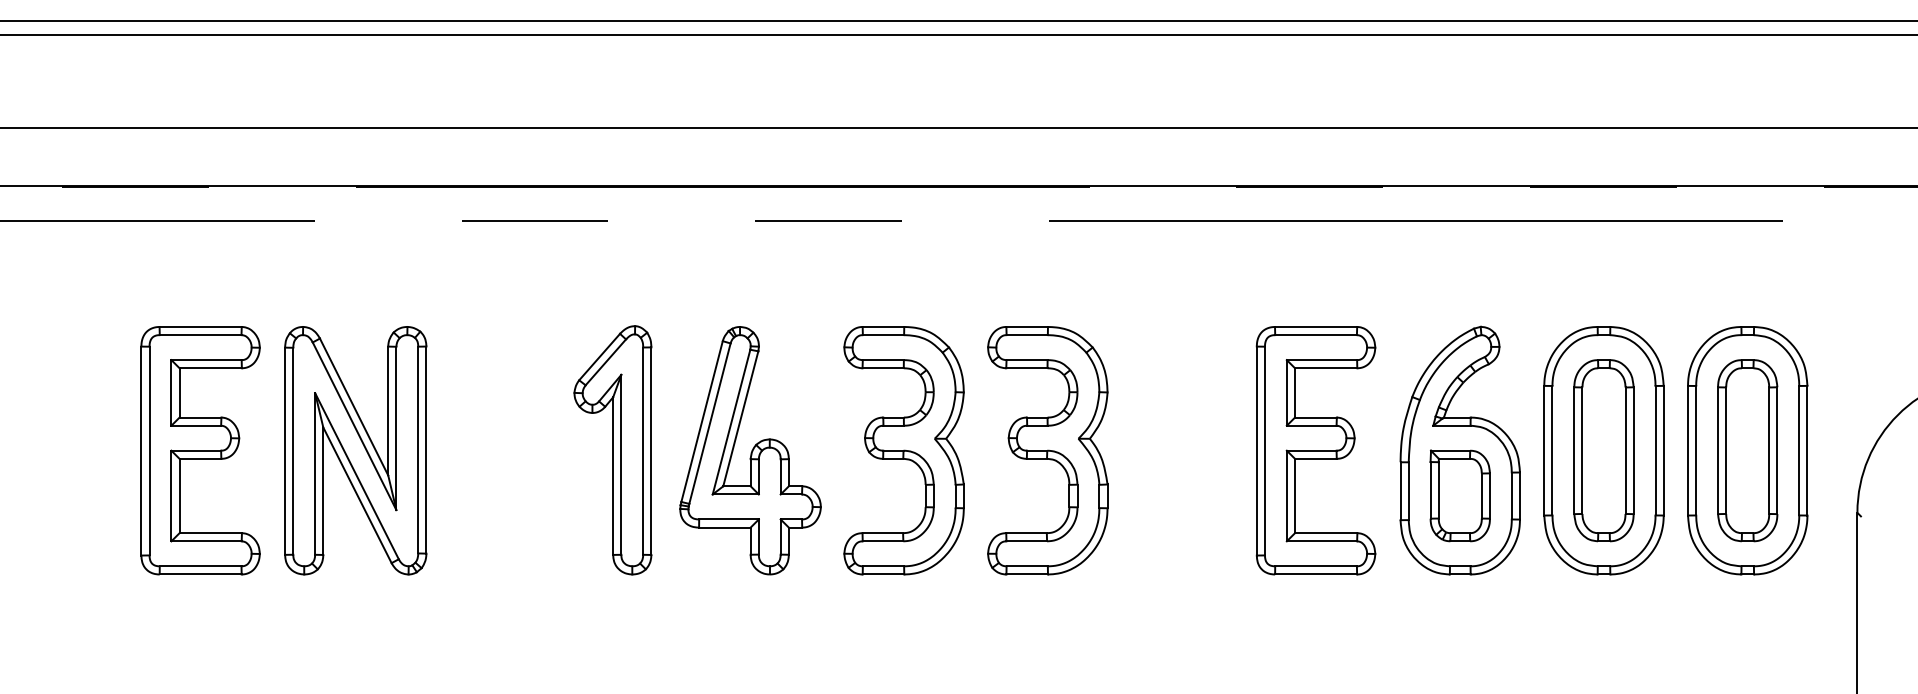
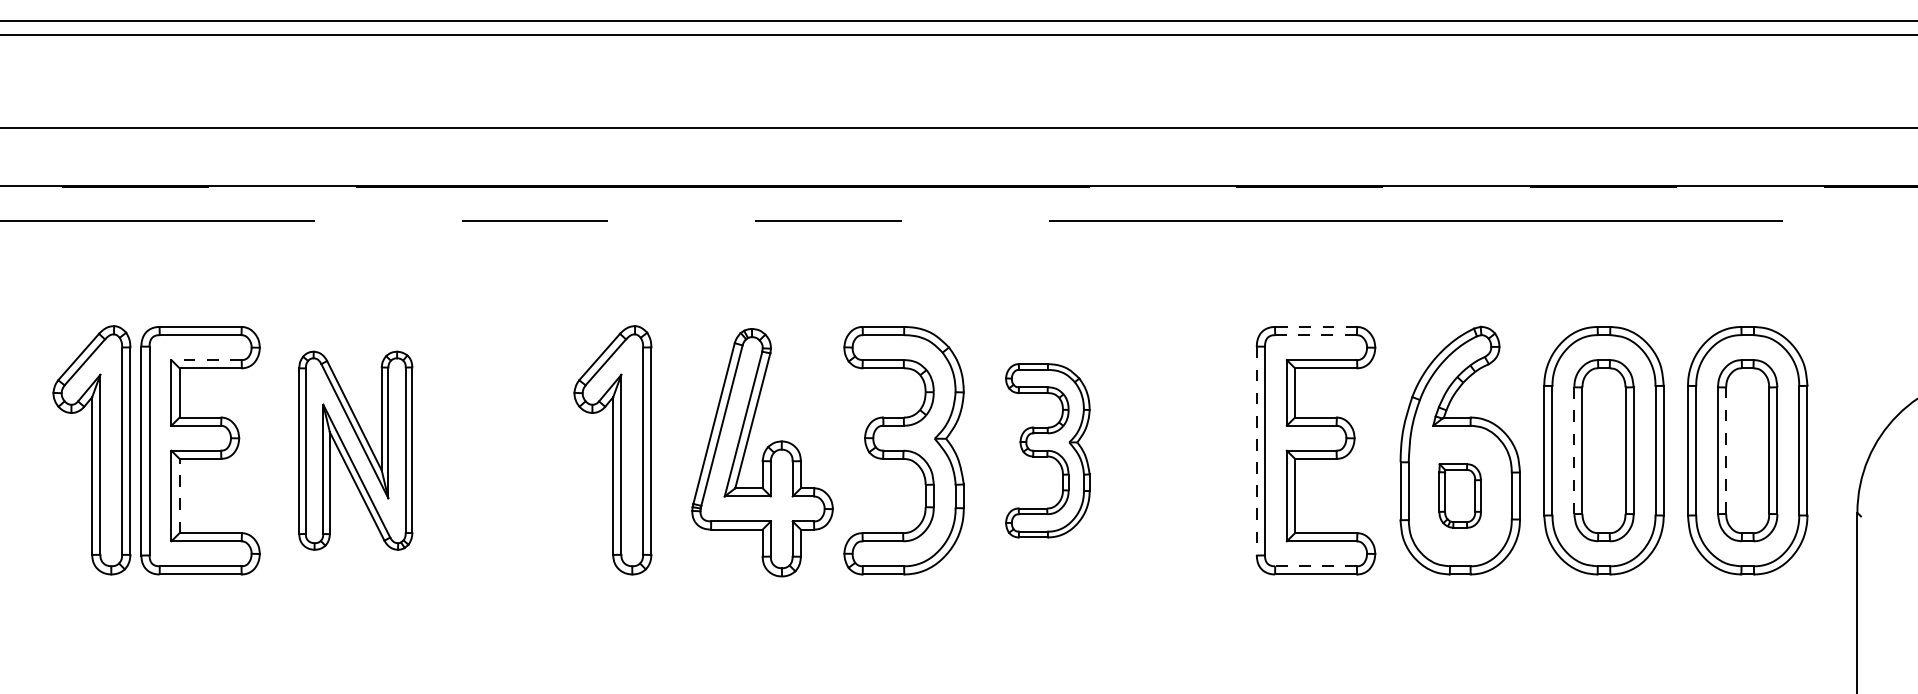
line at (1315, 326): solid -> dashed
line at (1316, 335): solid -> dashed
line at (206, 360): solid -> dashed
part at (91, 450): none -> present
part at (355, 450) size: 144x250 px -> 116x201 px
part at (750, 450) position: (750, 450) -> (762, 452)
part at (1047, 450) size: 122x250 px -> 86x176 px
line at (1726, 450): solid -> dashed
line at (1256, 451): solid -> dashed
line at (1574, 451): solid -> dashed
line at (179, 495): solid -> dashed
part at (1459, 495) size: 62x94 px -> 44x66 px
line at (1316, 566): solid -> dashed
